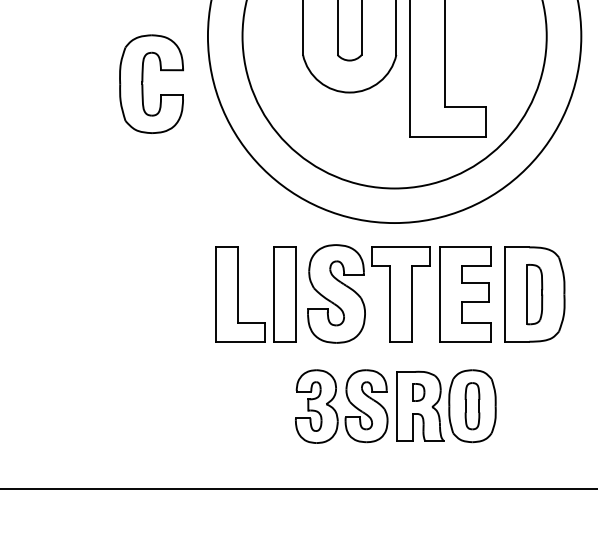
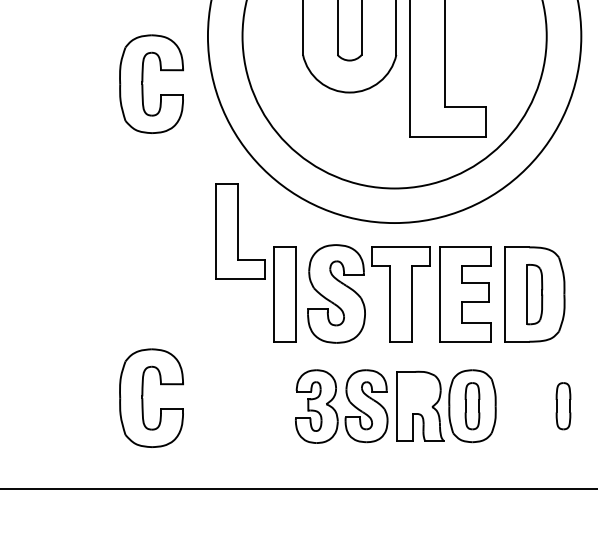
part at (240, 294) position: (240, 294) -> (240, 231)
part at (418, 392): present -> none
part at (143, 396): none -> present
part at (563, 406): none -> present
